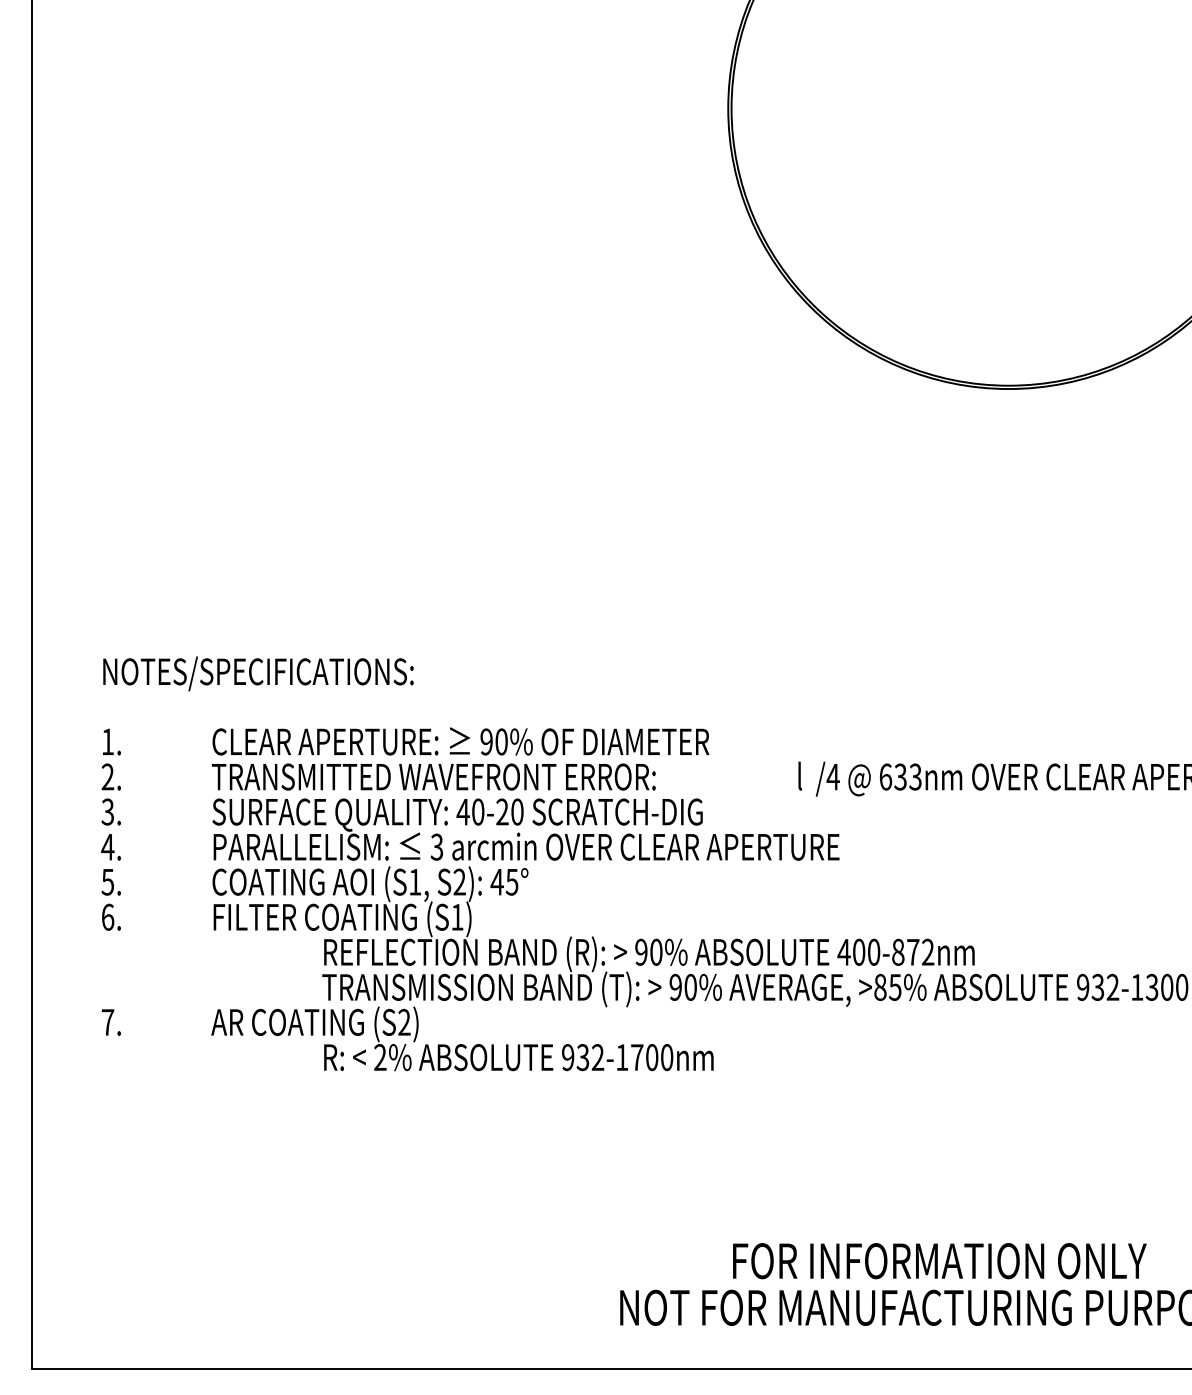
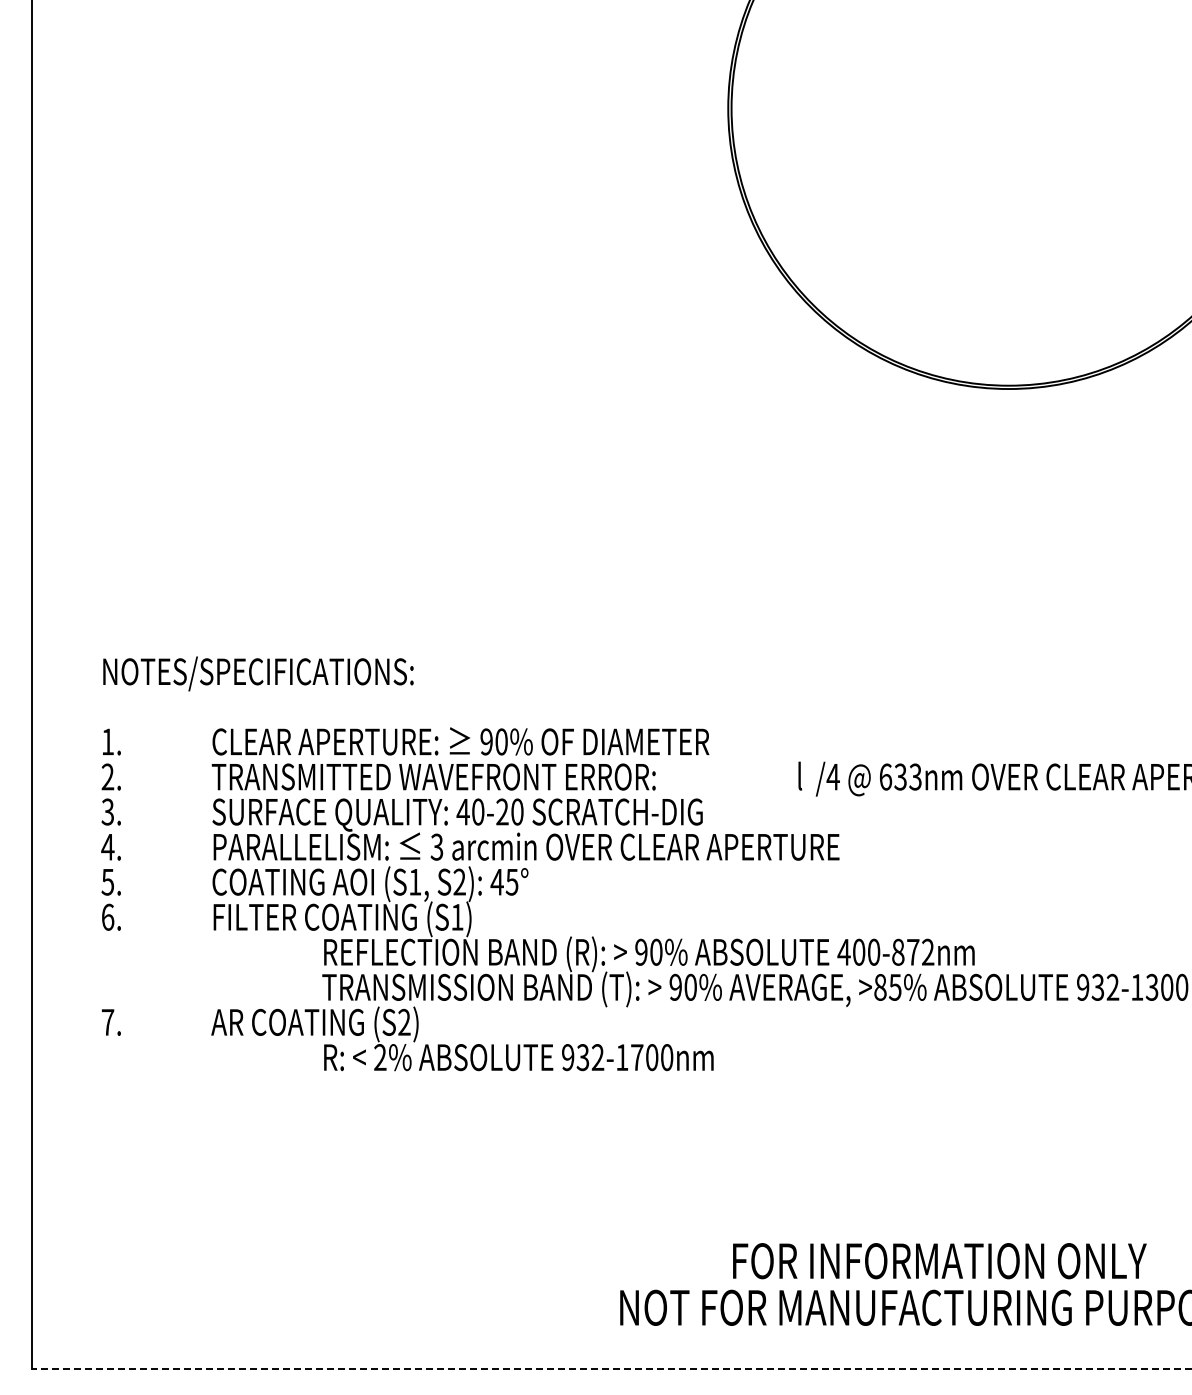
line at (611, 1369): solid -> dashed
